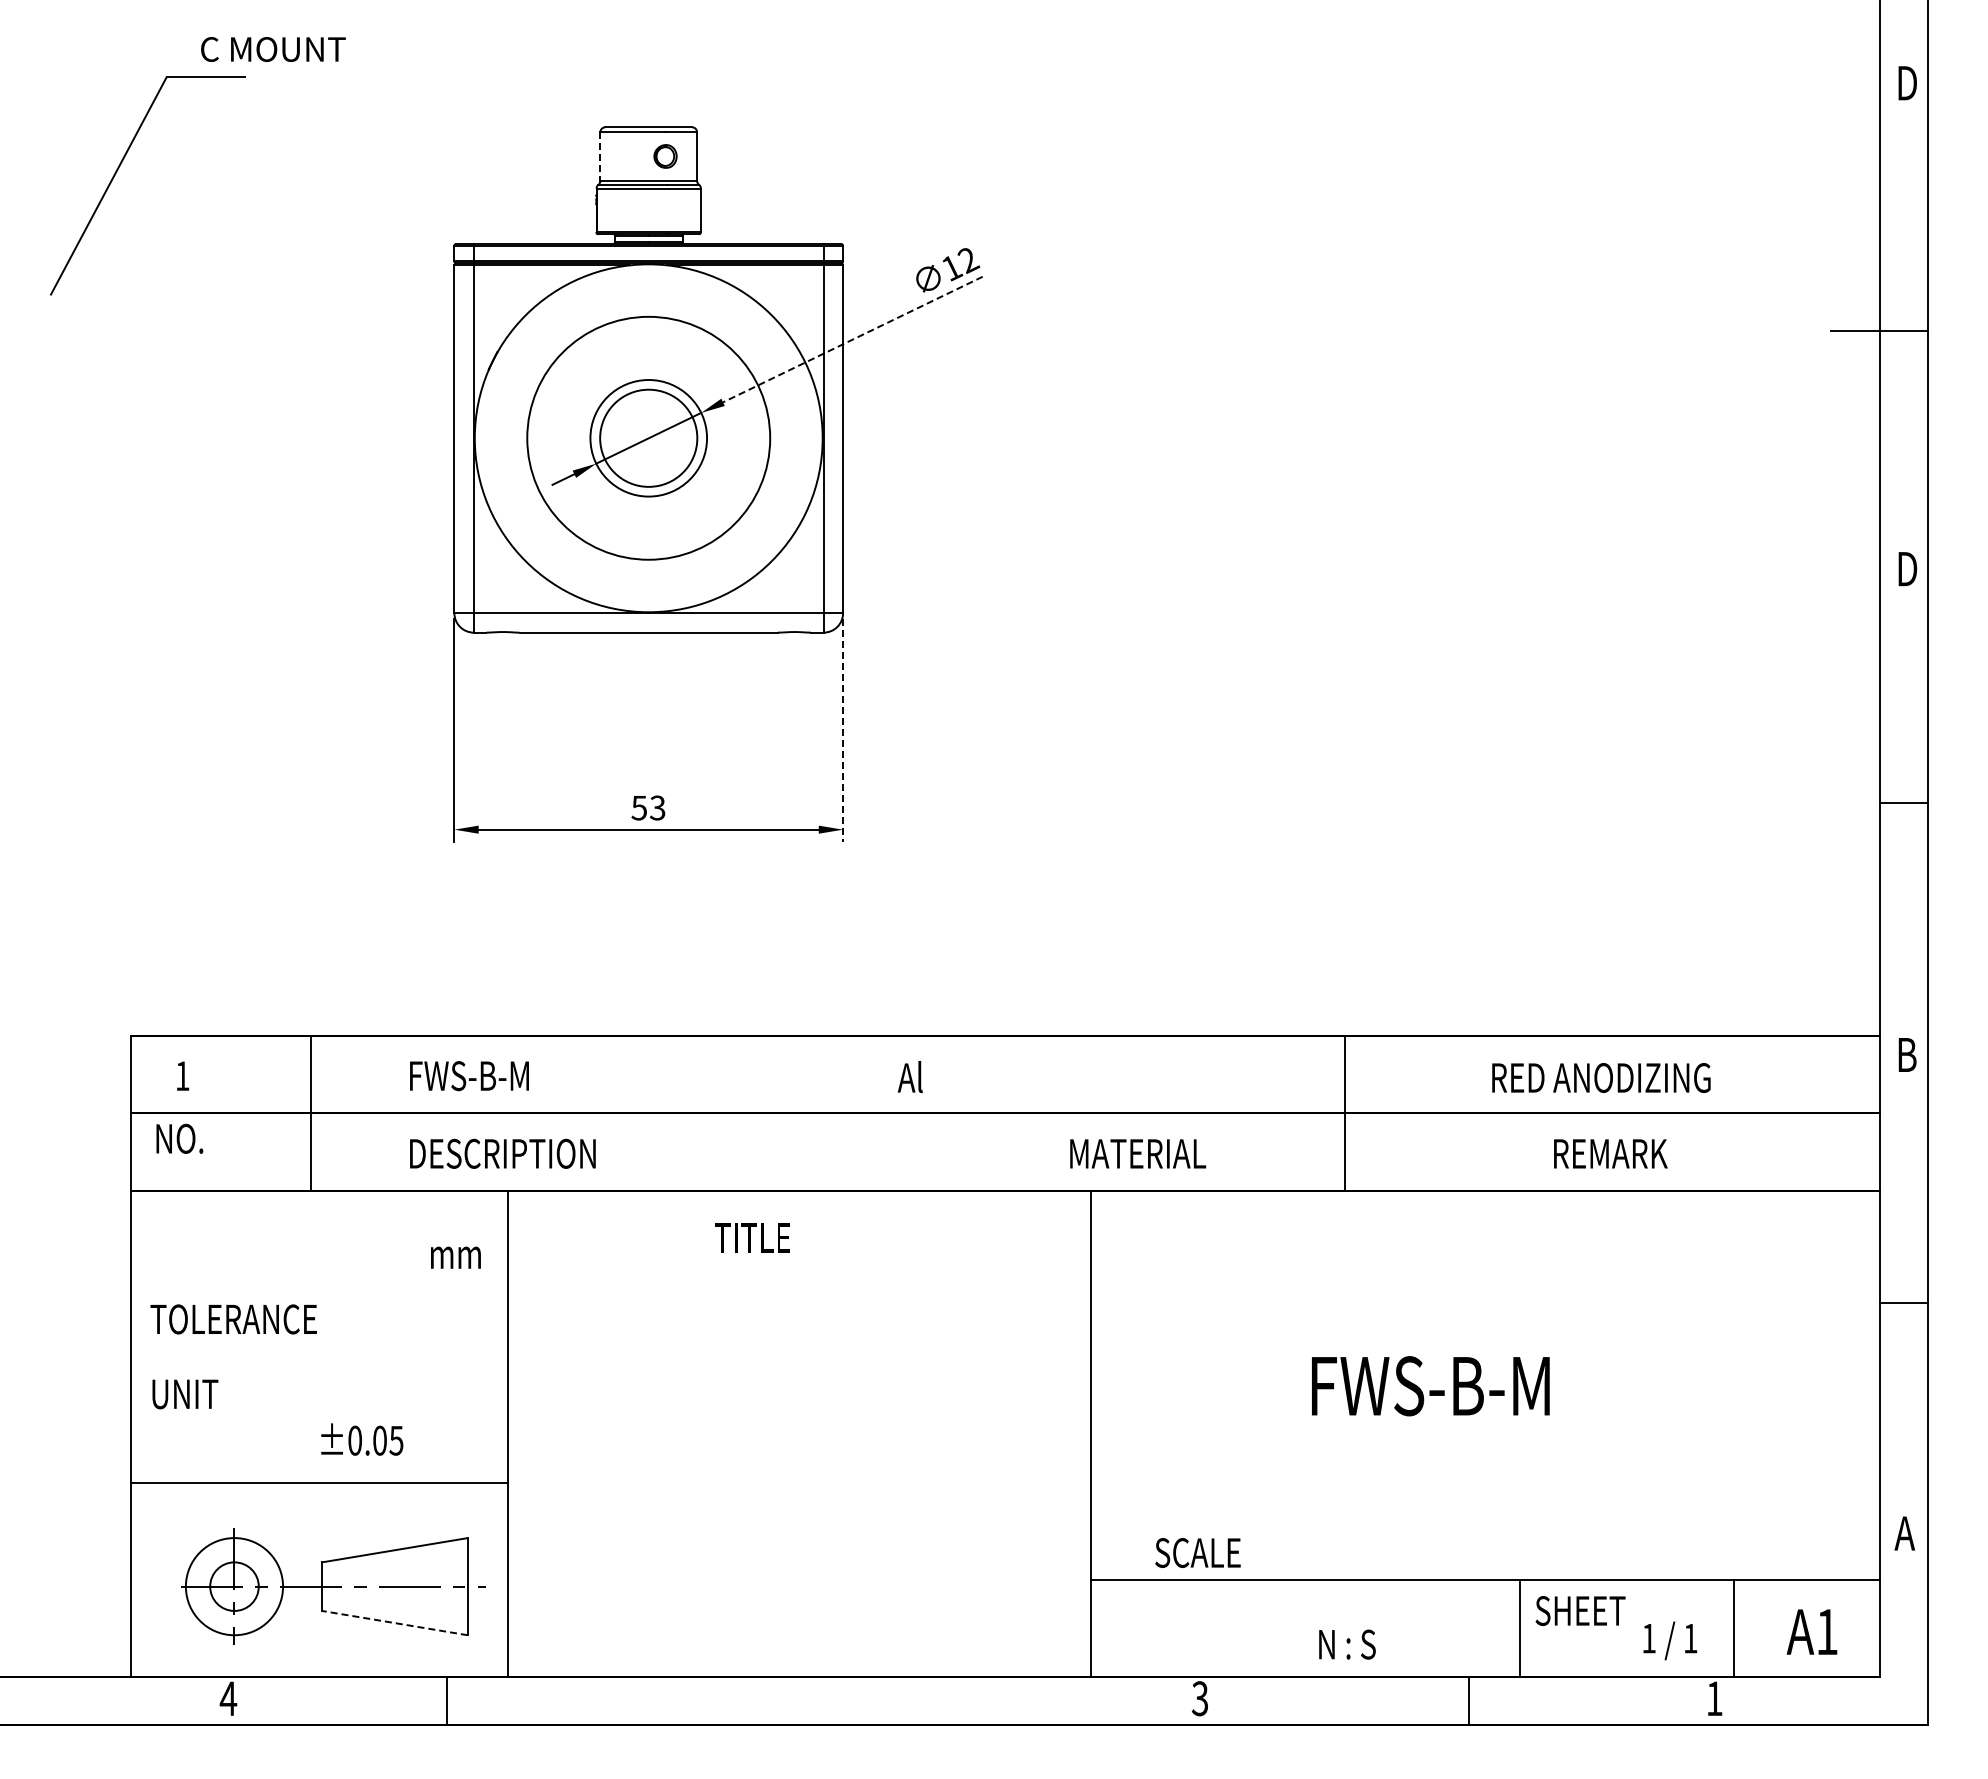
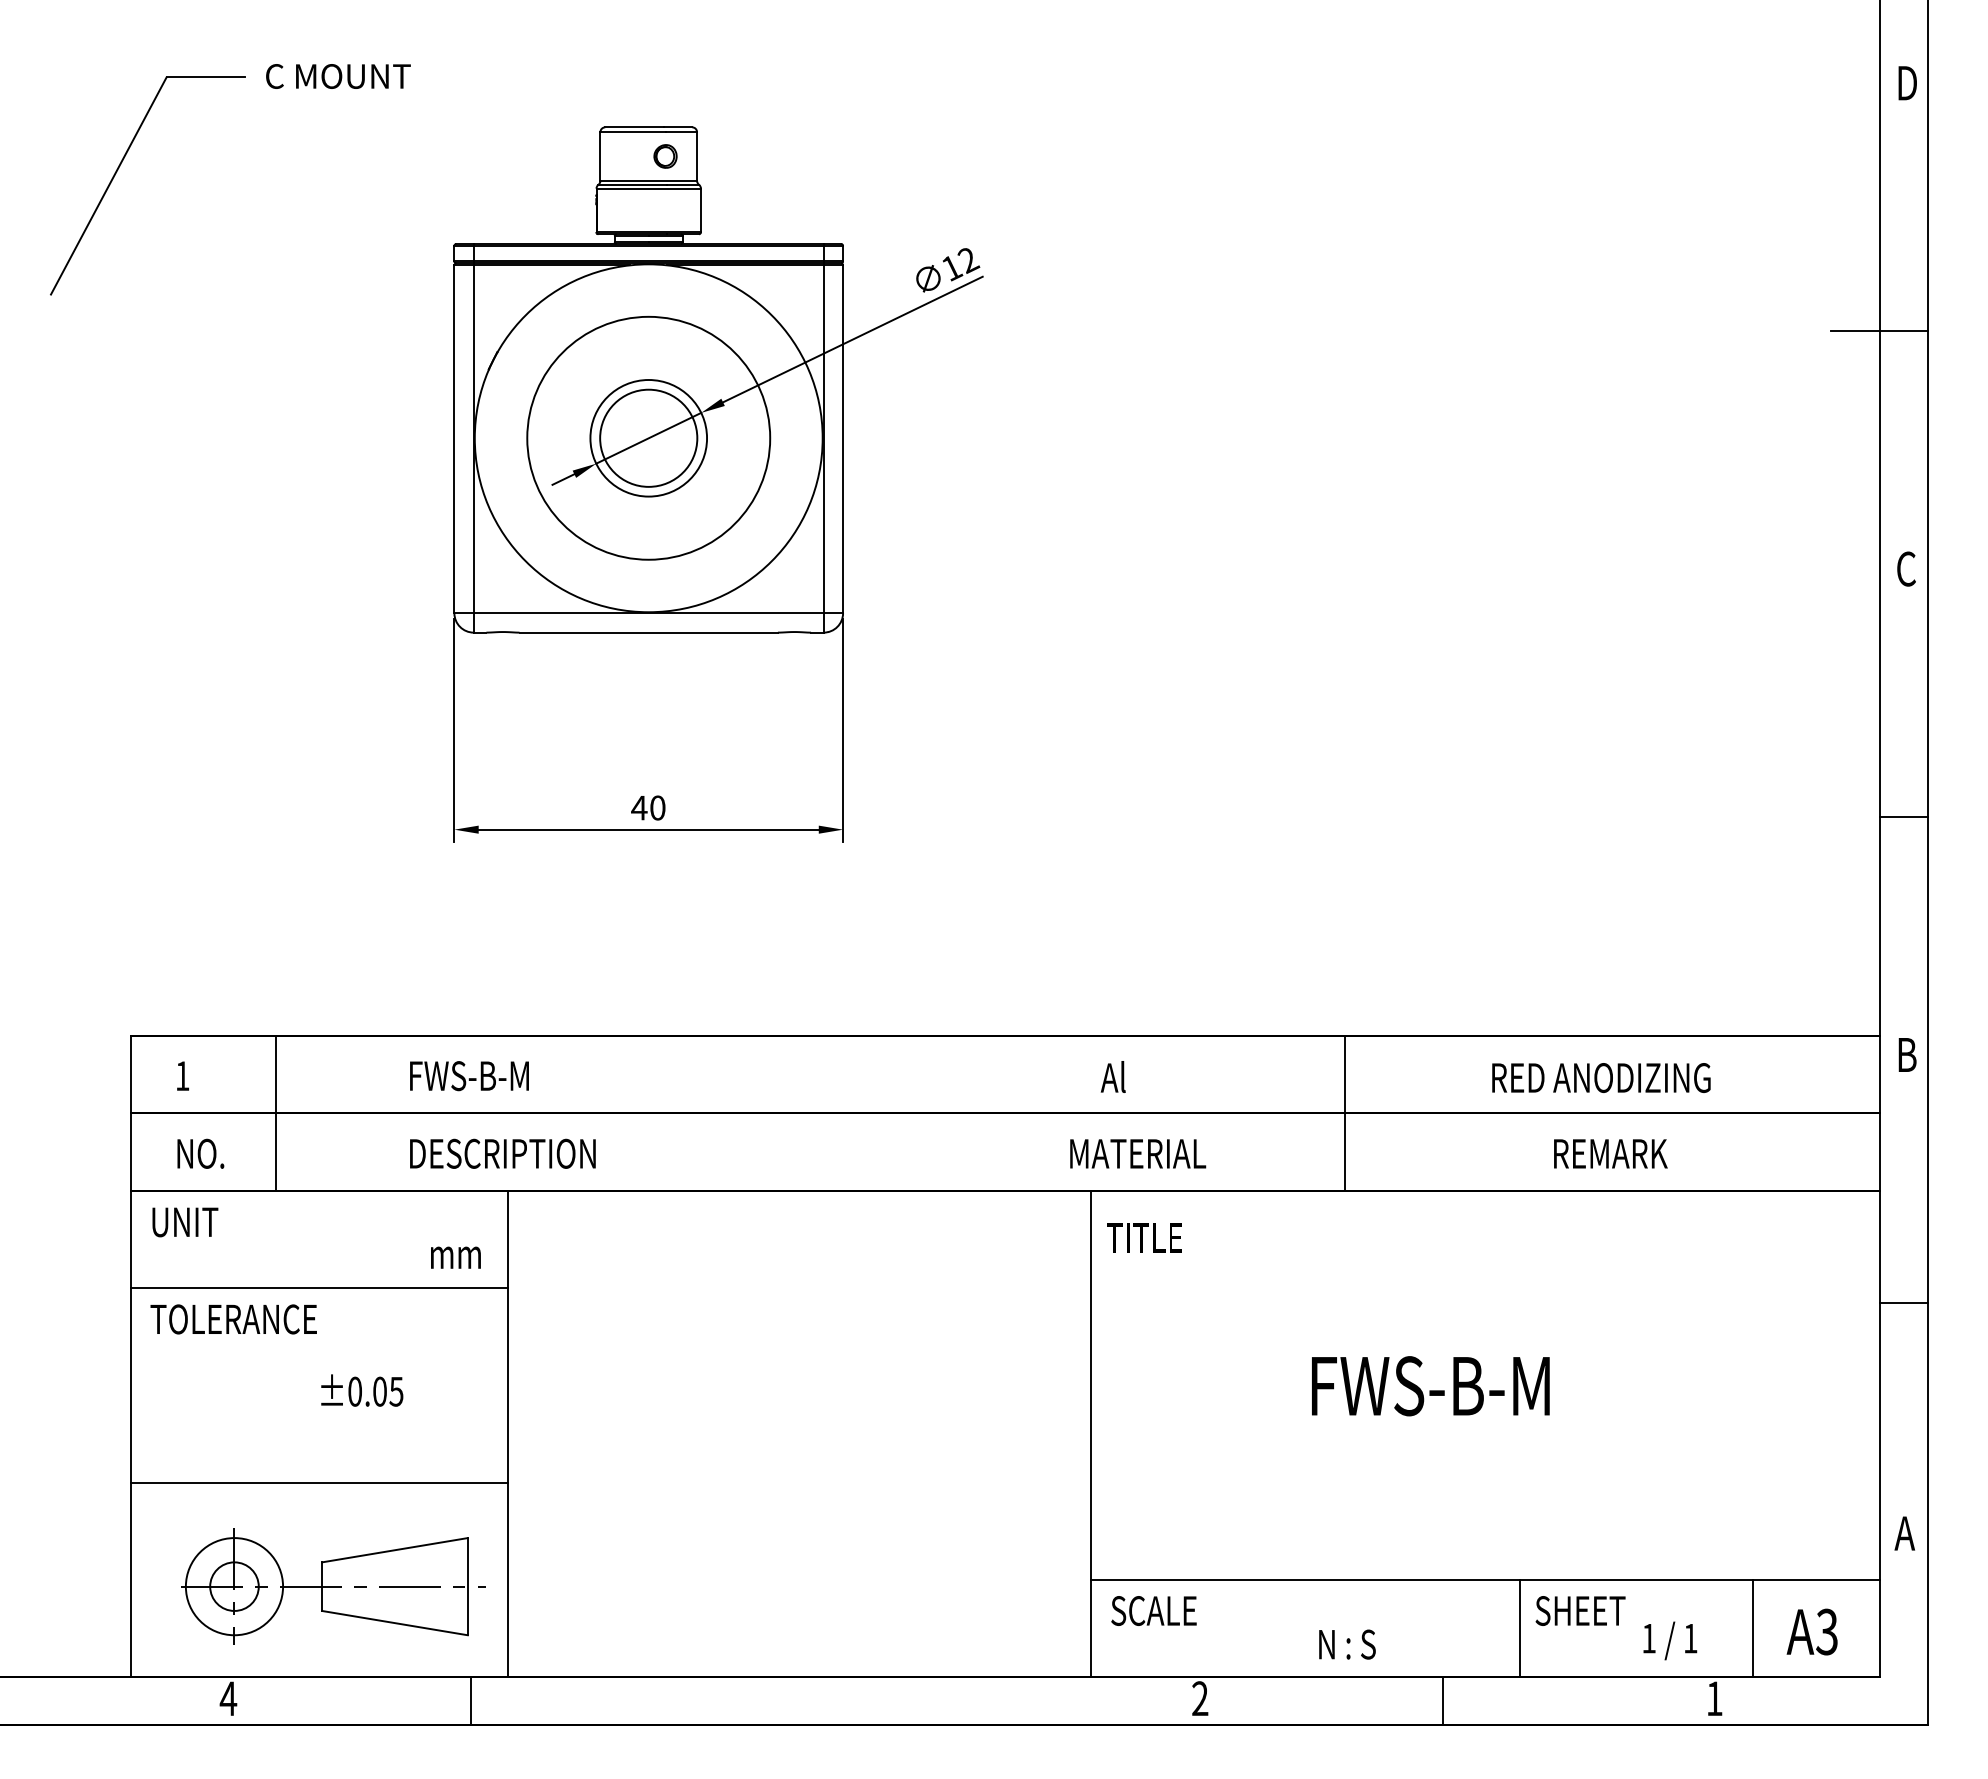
text at (273, 49) position: (273, 49) -> (338, 76)
line at (600, 157): dashed -> solid
line at (852, 339): dashed -> solid
text at (1907, 568): D -> C
line at (843, 731): dashed -> solid
line at (1903, 802) position: (1903, 802) -> (1903, 816)
text at (648, 807): 53 -> 40
text at (909, 1076) position: (909, 1076) -> (1112, 1076)
line at (311, 1113) position: (311, 1113) -> (276, 1113)
text at (179, 1138) position: (179, 1138) -> (200, 1153)
text at (752, 1237) position: (752, 1237) -> (1144, 1237)
line at (318, 1288): none -> present
text at (185, 1394) position: (185, 1394) -> (185, 1222)
text at (362, 1439) position: (362, 1439) -> (362, 1390)
text at (1197, 1552) position: (1197, 1552) -> (1153, 1610)
line at (394, 1623): dashed -> solid
line at (1734, 1627) position: (1734, 1627) -> (1753, 1627)
text at (1826, 1631): A1 -> A3
text at (1199, 1699): 3 -> 2
line at (446, 1700) position: (446, 1700) -> (470, 1700)
line at (1468, 1700) position: (1468, 1700) -> (1442, 1700)
